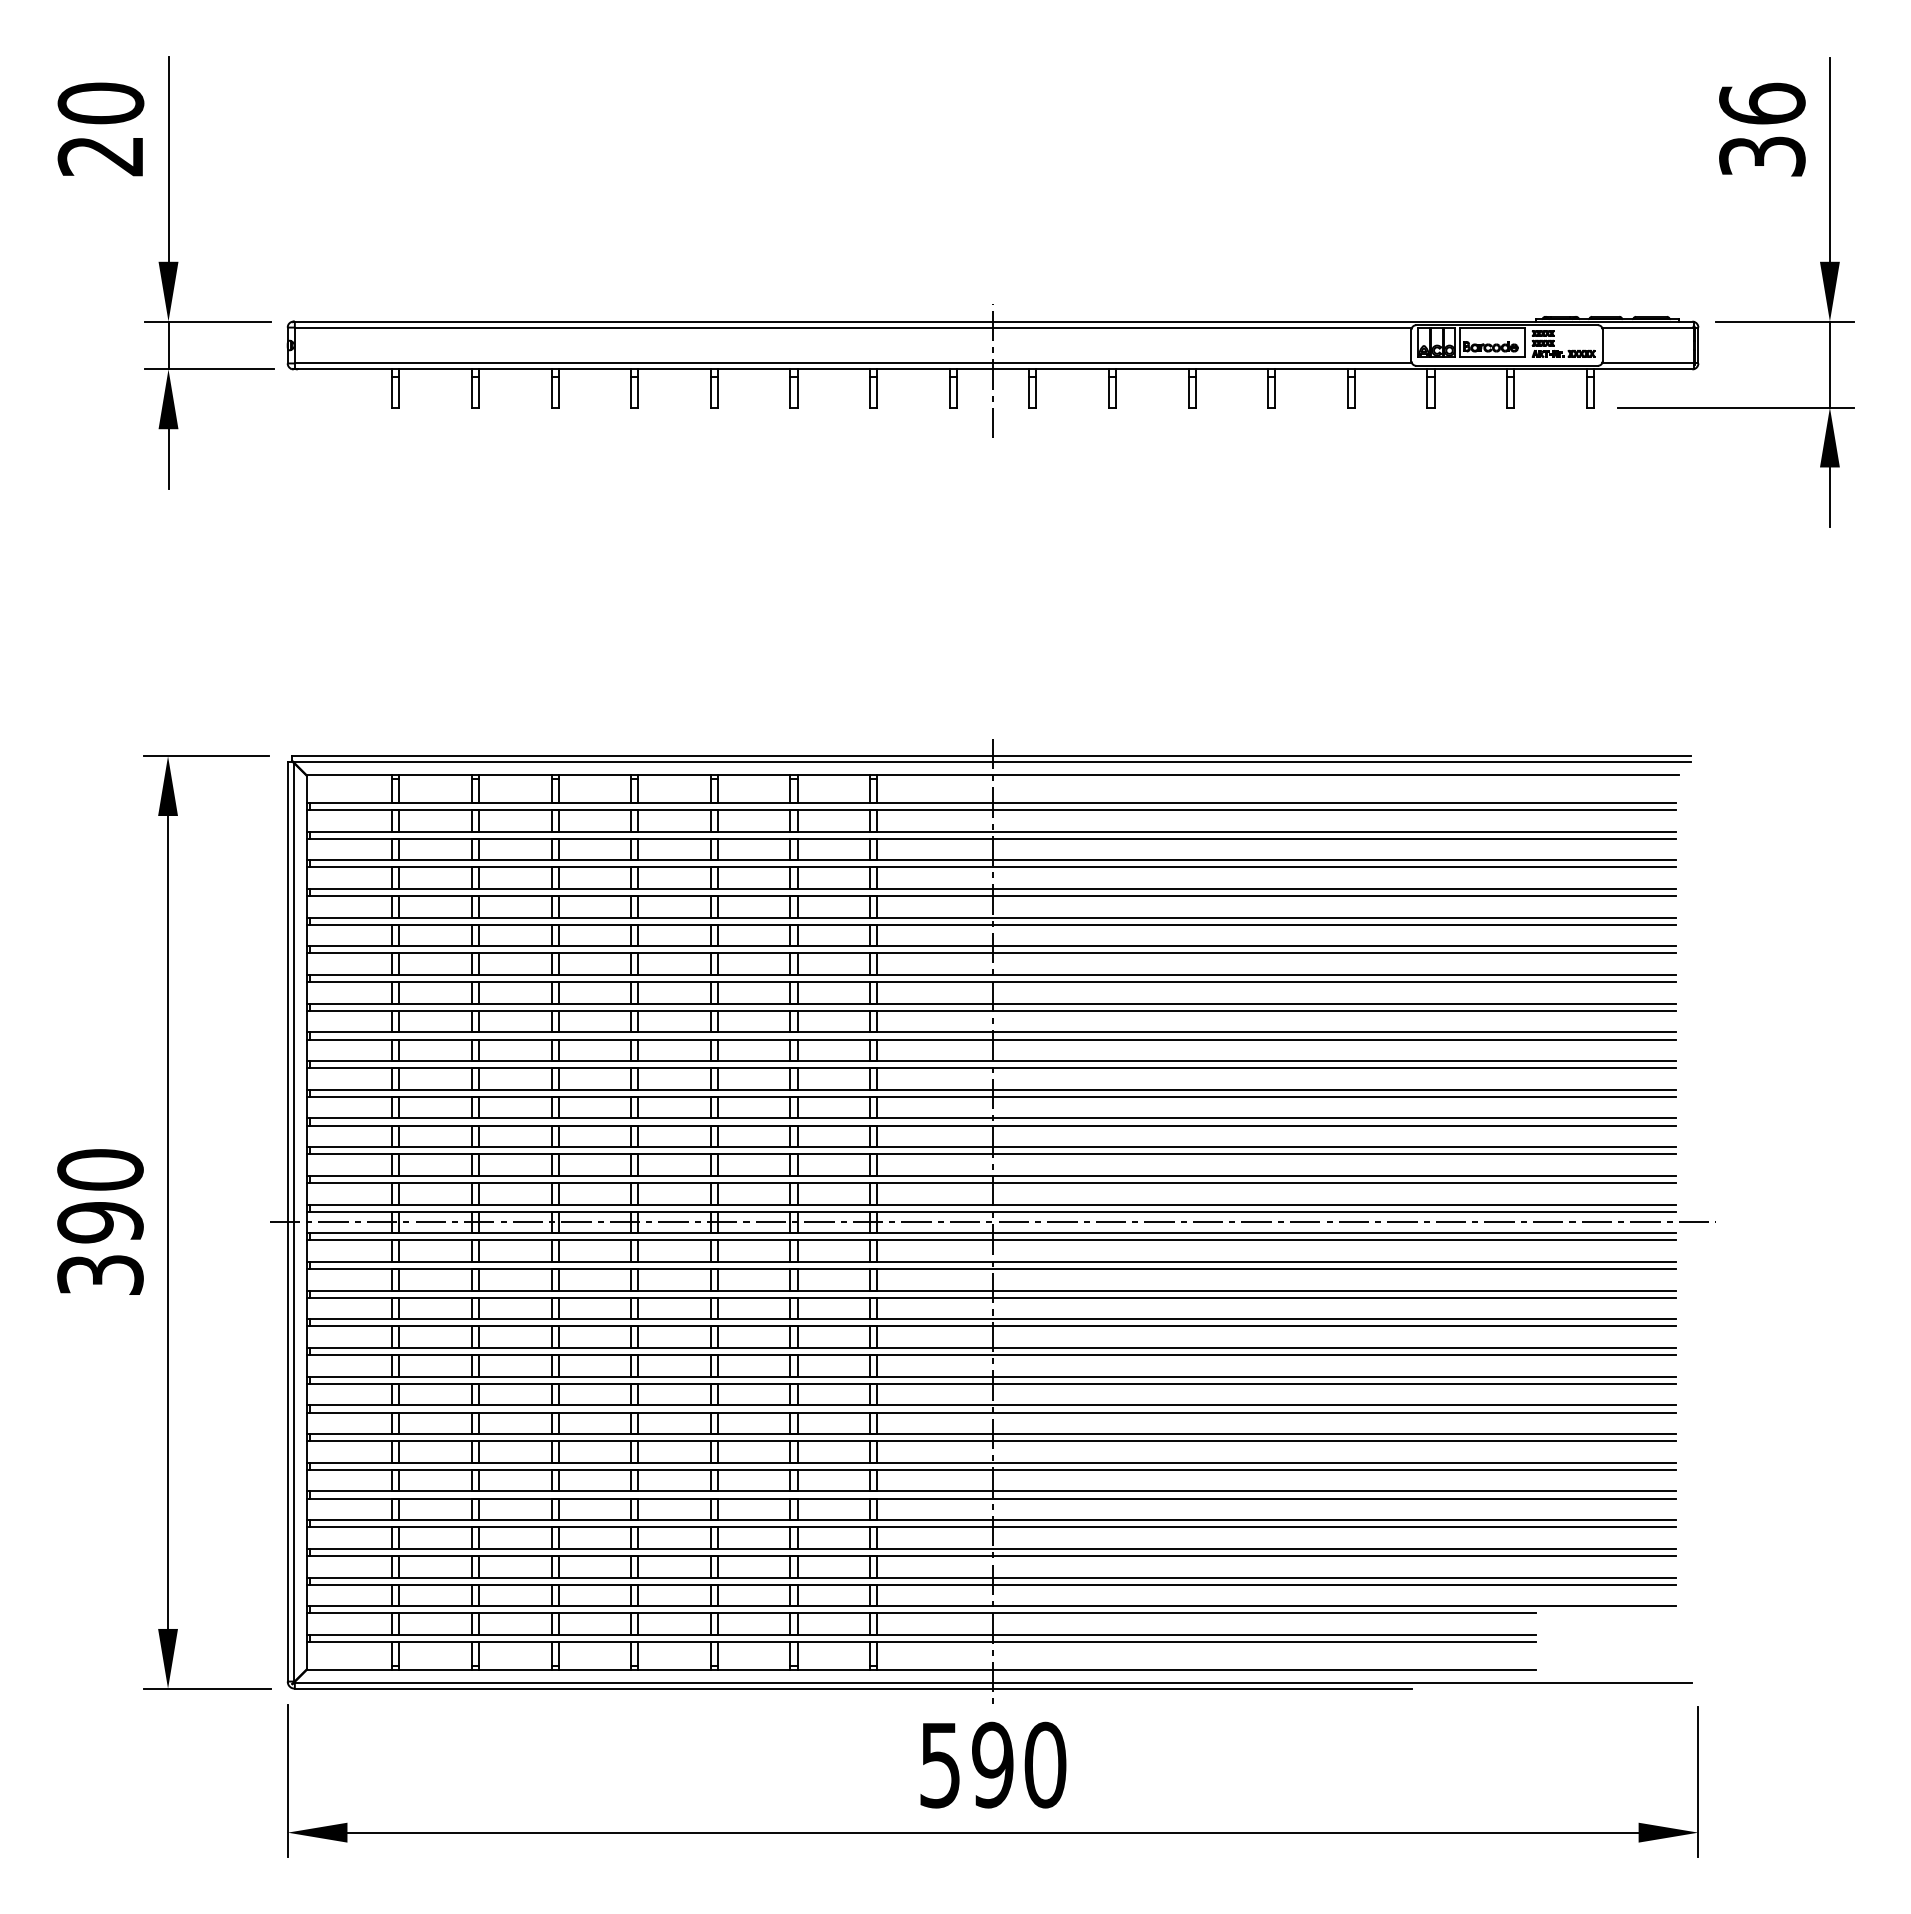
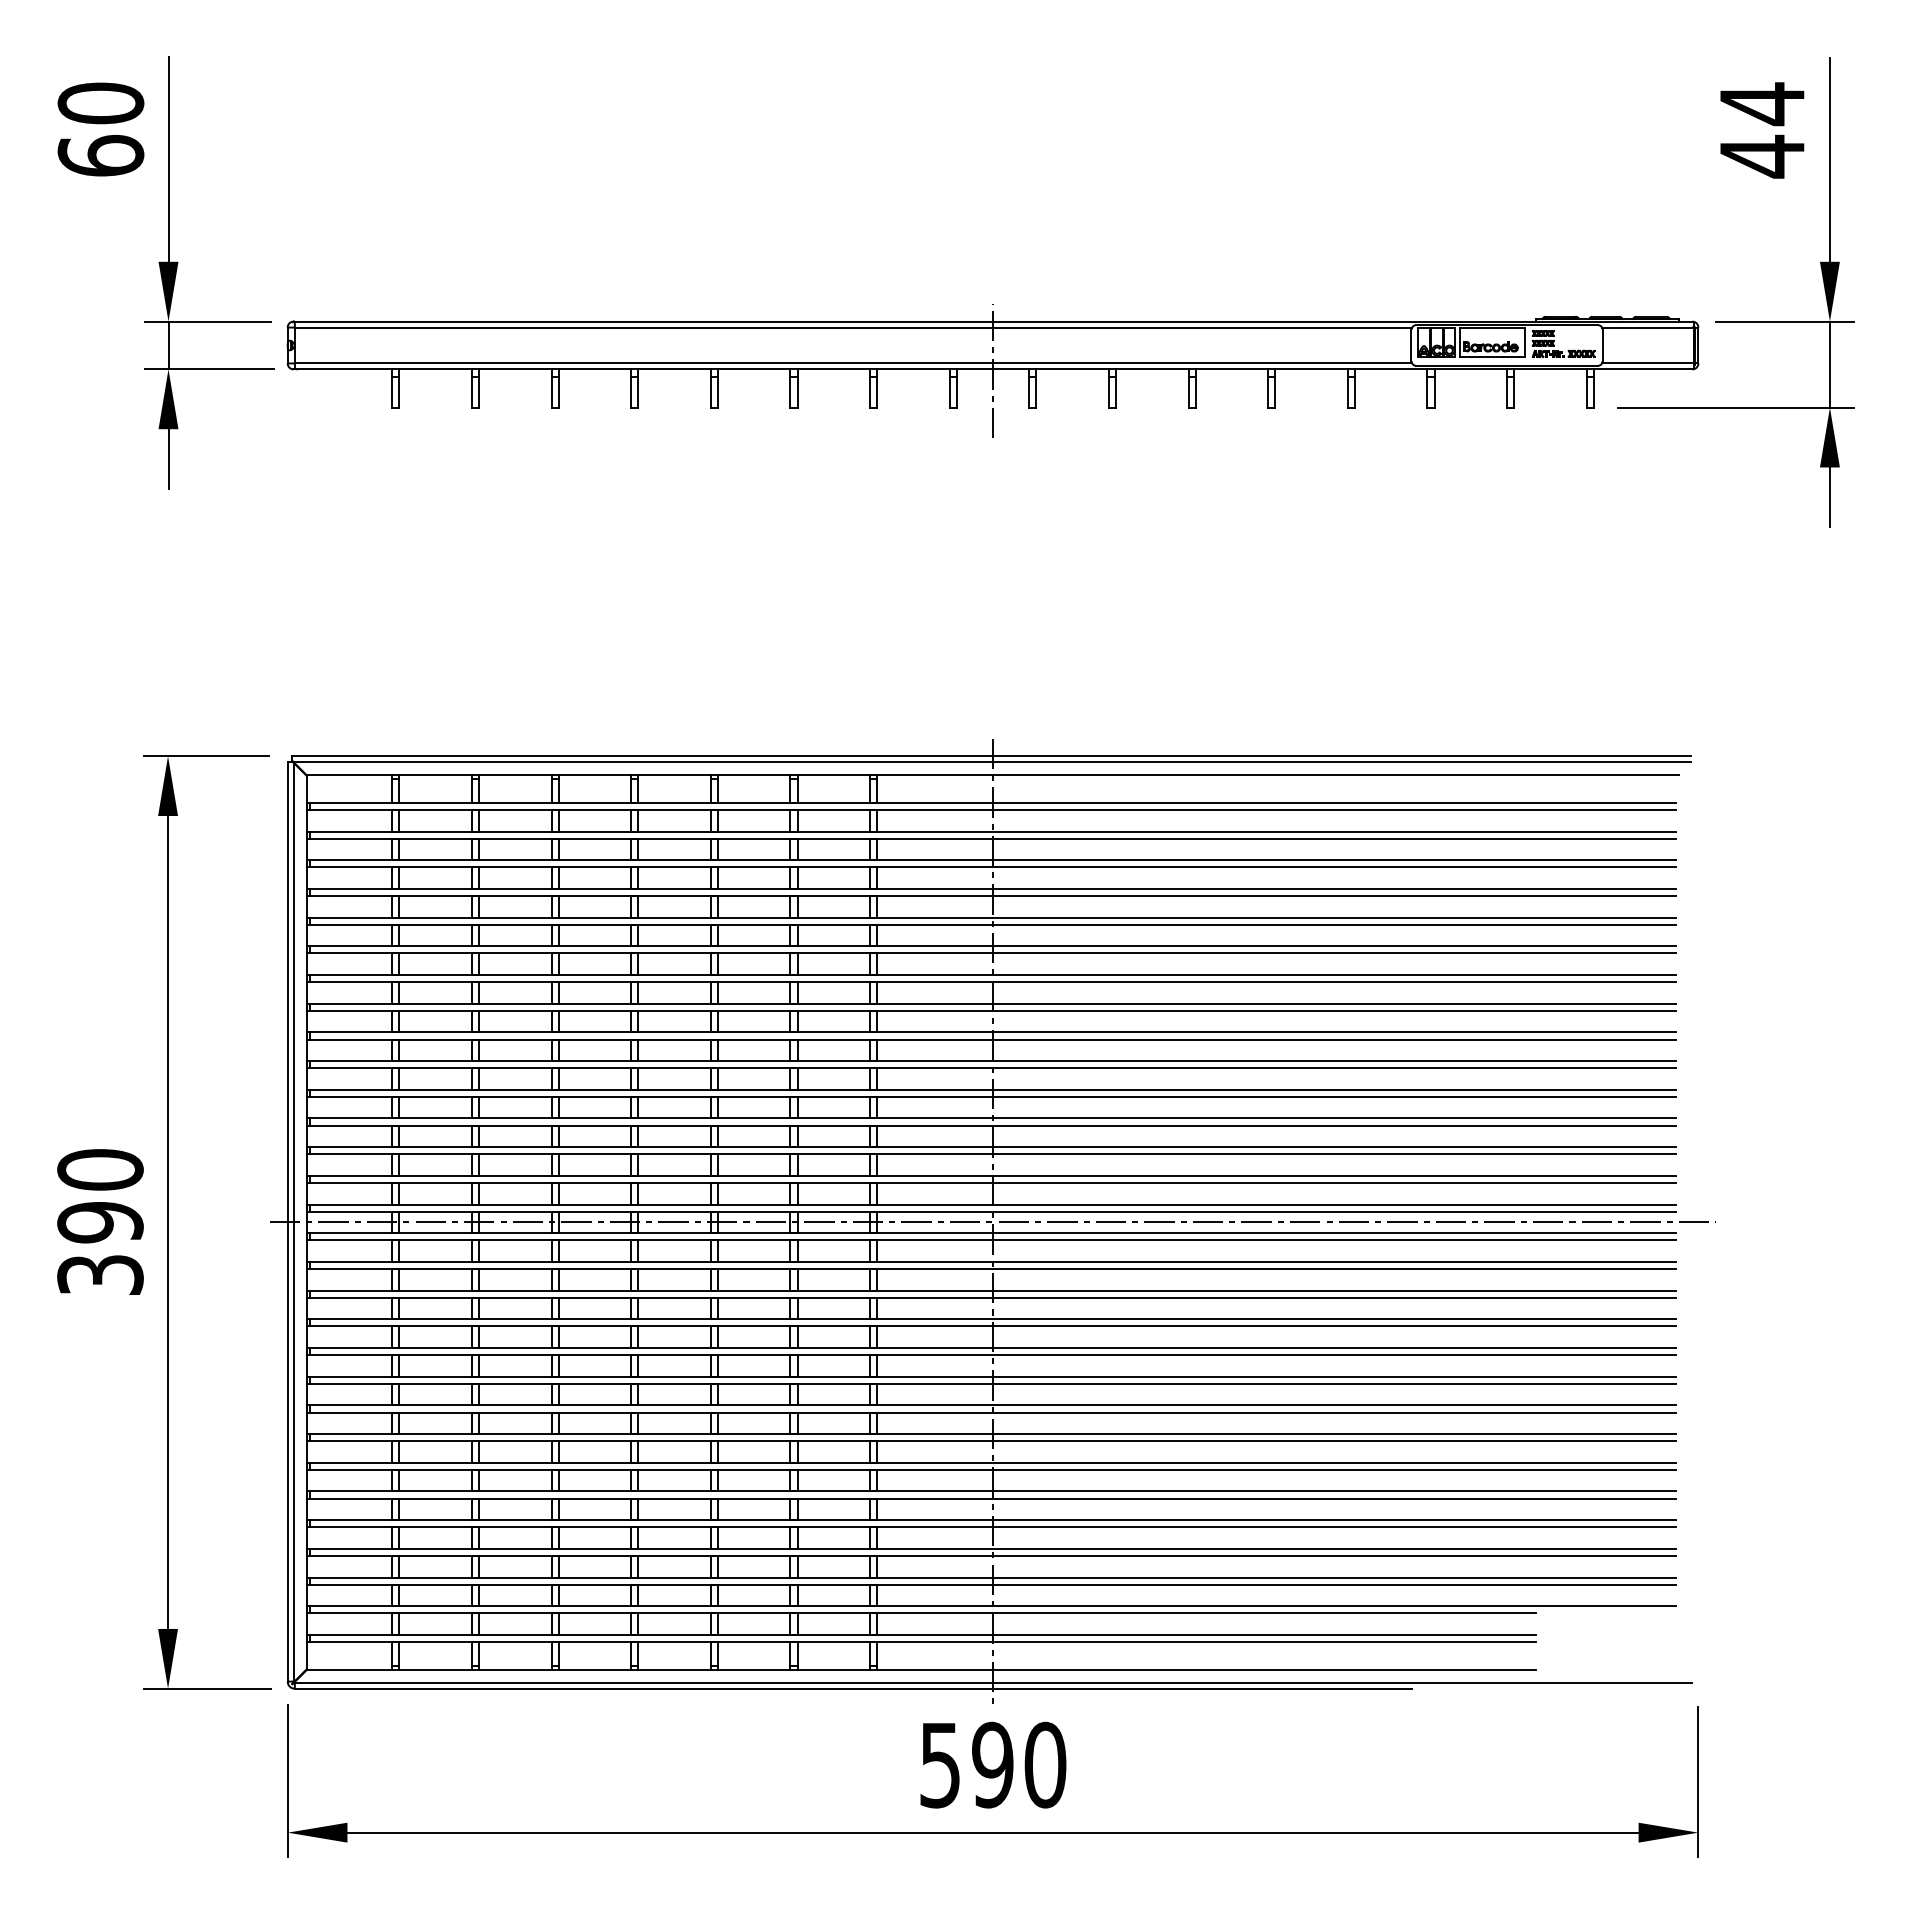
text at (1762, 130): 36 -> 44
text at (100, 155): 20 -> 60
